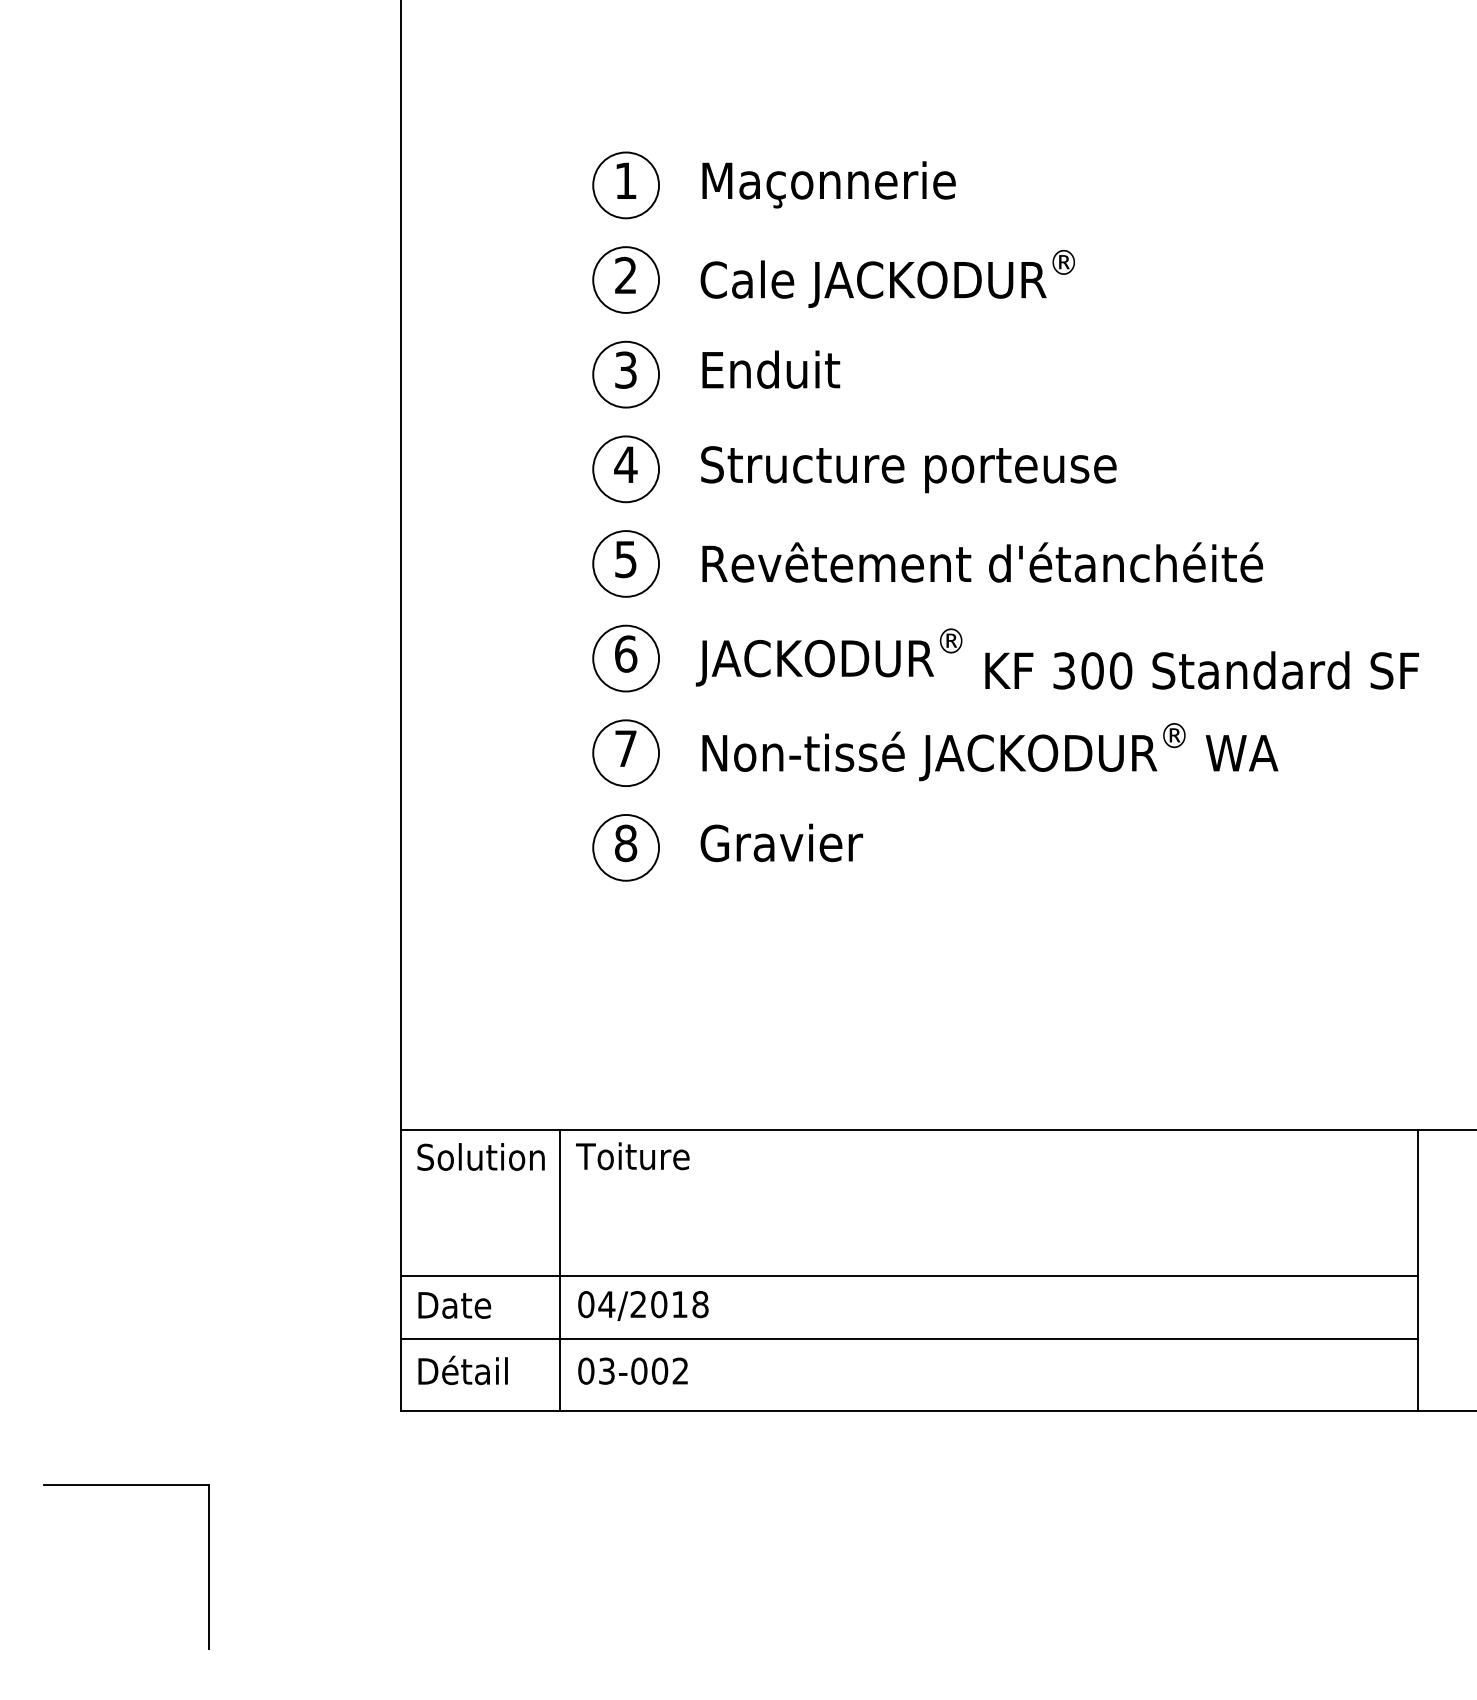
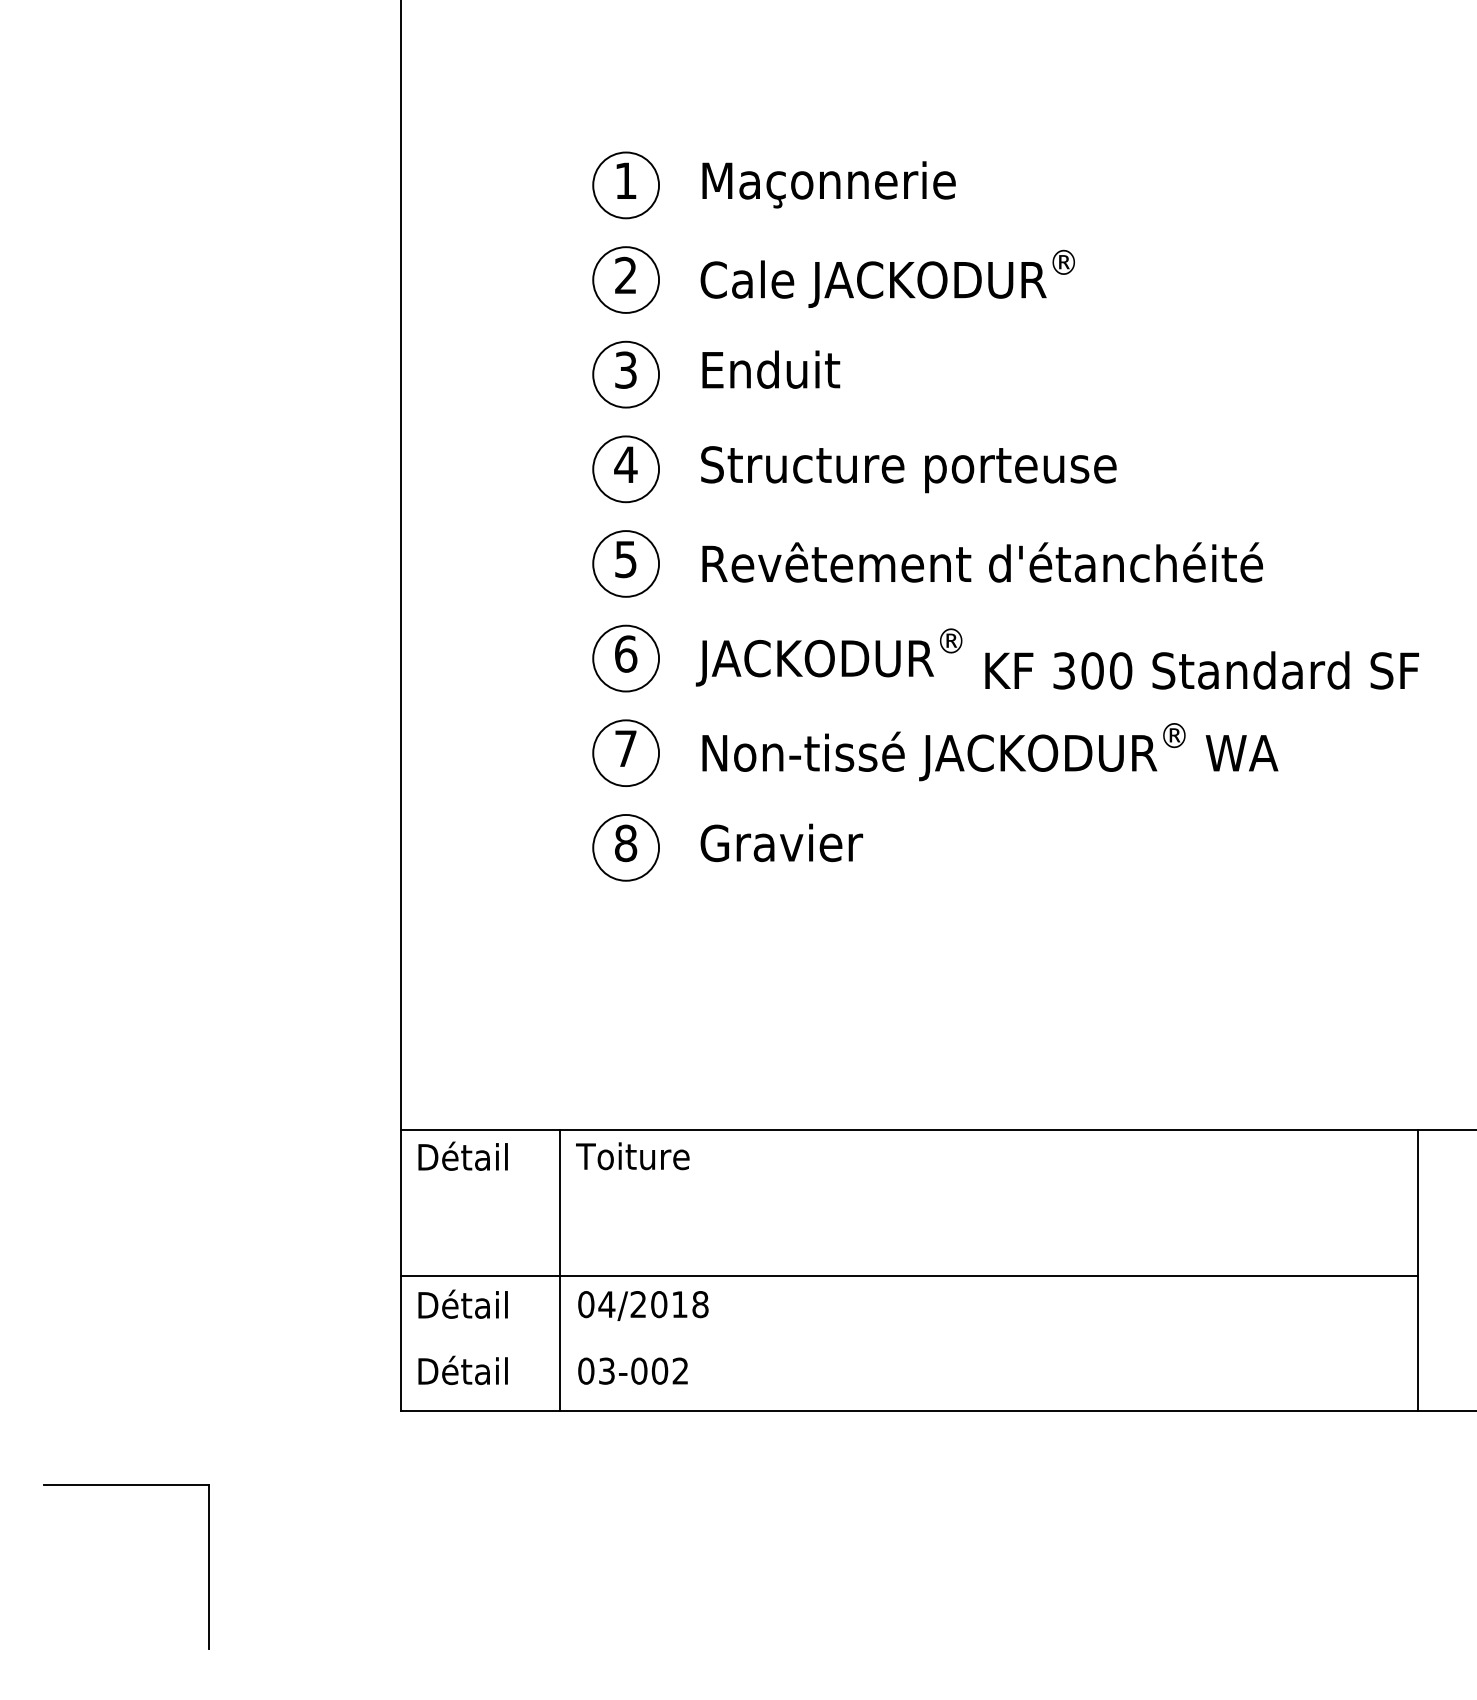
text at (480, 1155): Solution -> Détail
text at (474, 1303): Date -> Détail
line at (909, 1339): present -> none
